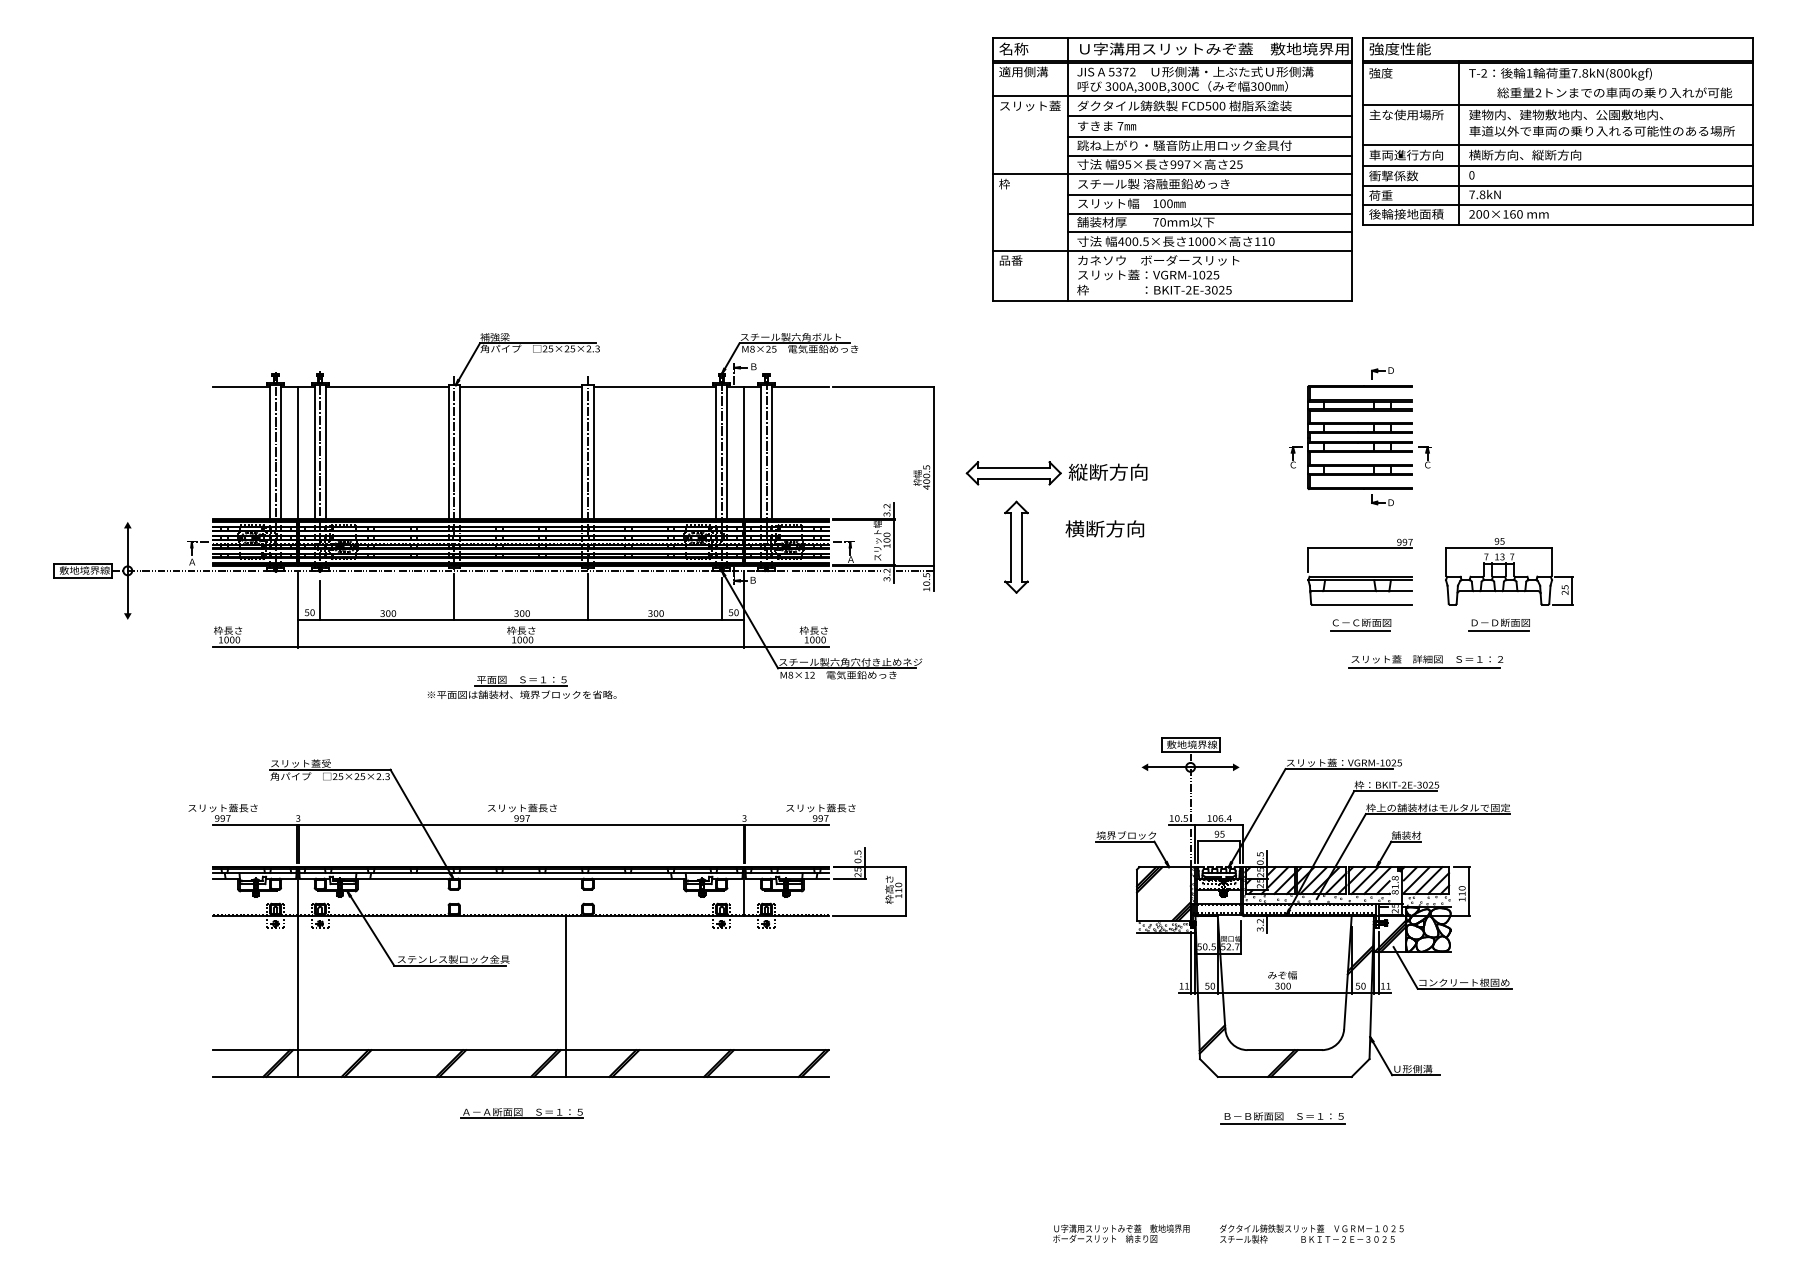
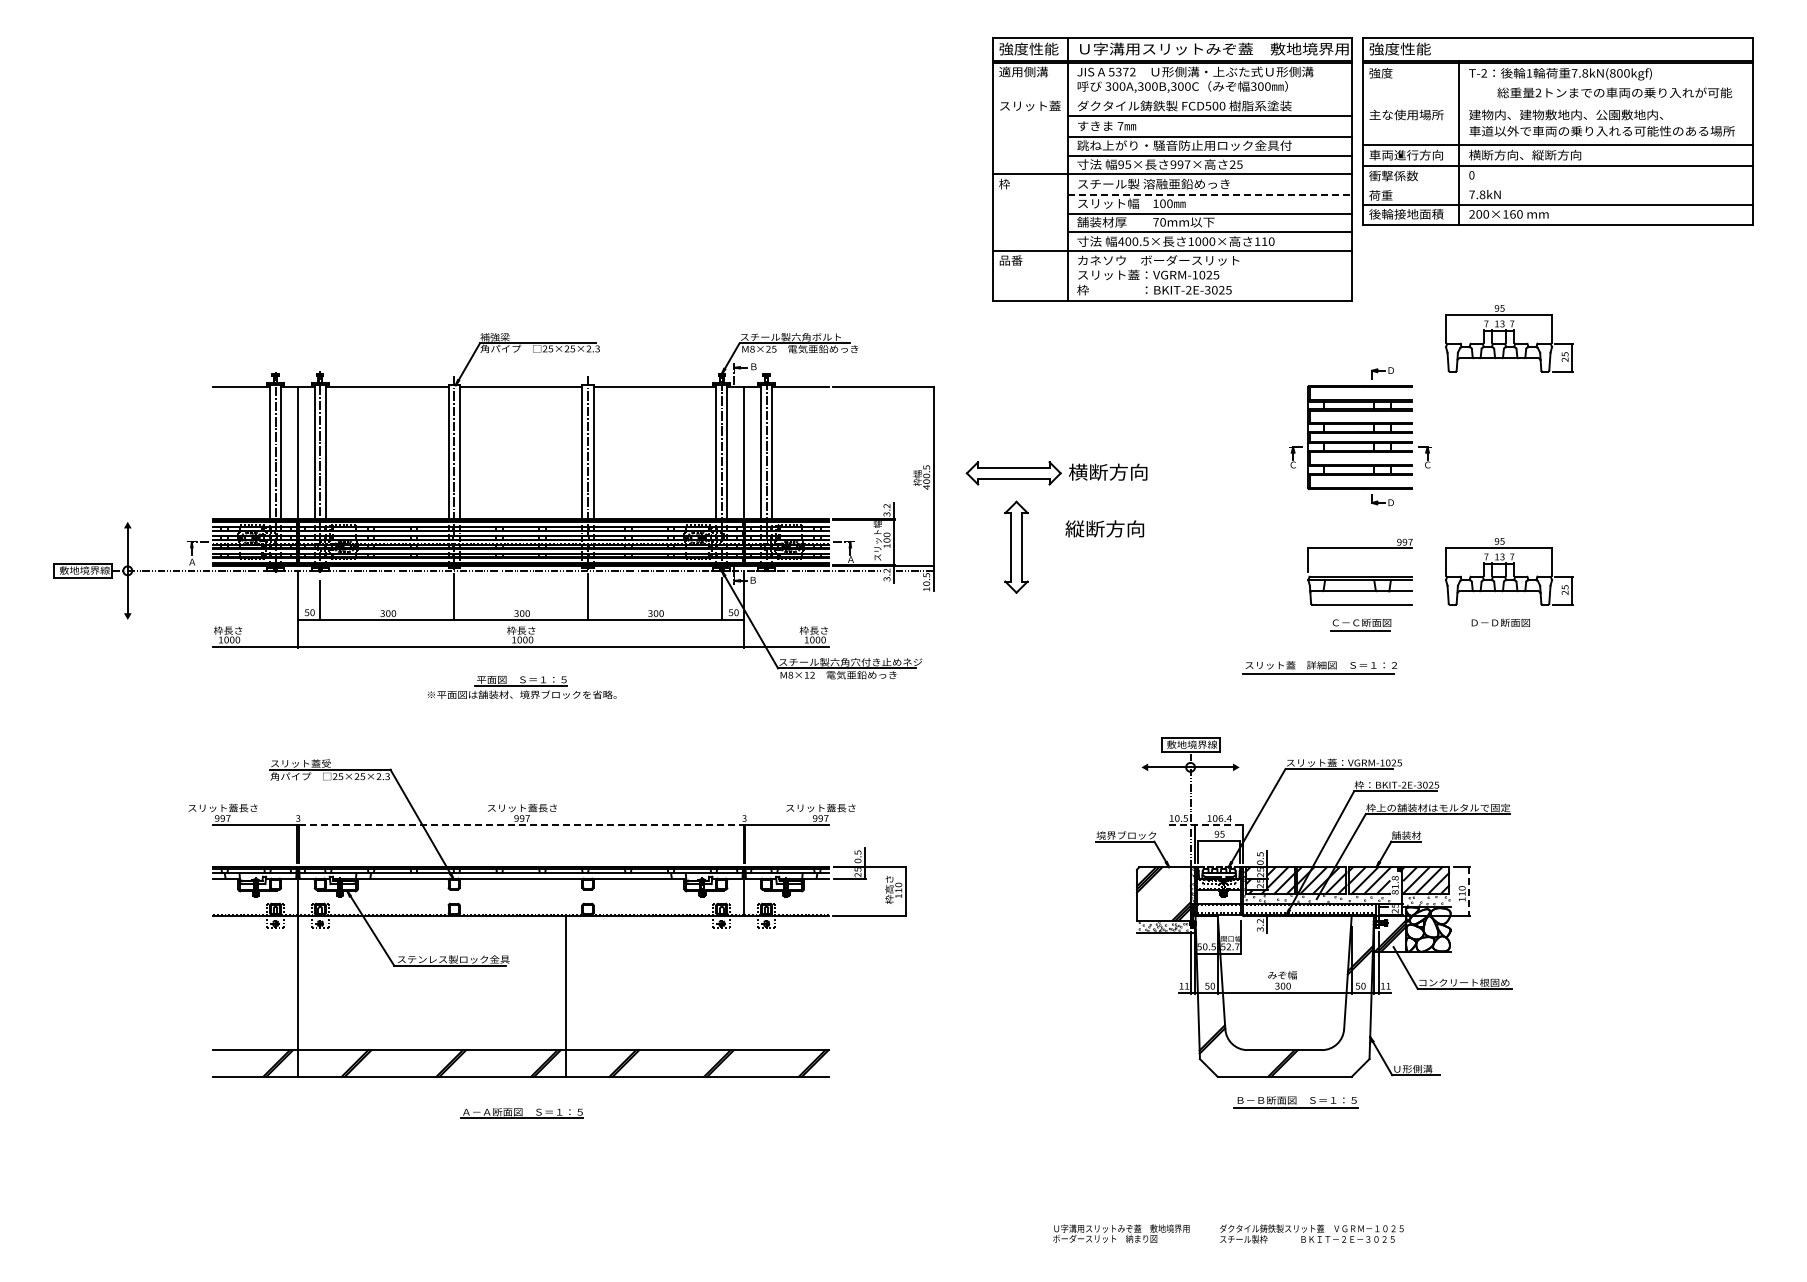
text at (1028, 48): 名称 -> 強度性能
line at (1171, 96): present -> none
line at (1557, 105): present -> none
line at (1557, 185): present -> none
line at (1210, 194): solid -> dashed
part at (1509, 338): none -> present
text at (1077, 471): 縦断方向 -> 横断方向
text at (1074, 528): 横断方向 -> 縦断方向
line at (1498, 630): present -> none
part at (1425, 661) position: (1425, 661) -> (1319, 667)
line at (521, 825): solid -> dashed
line at (1206, 825): solid -> dashed
line at (1469, 891): solid -> dashed
part at (1282, 1118) position: (1282, 1118) -> (1295, 1102)
